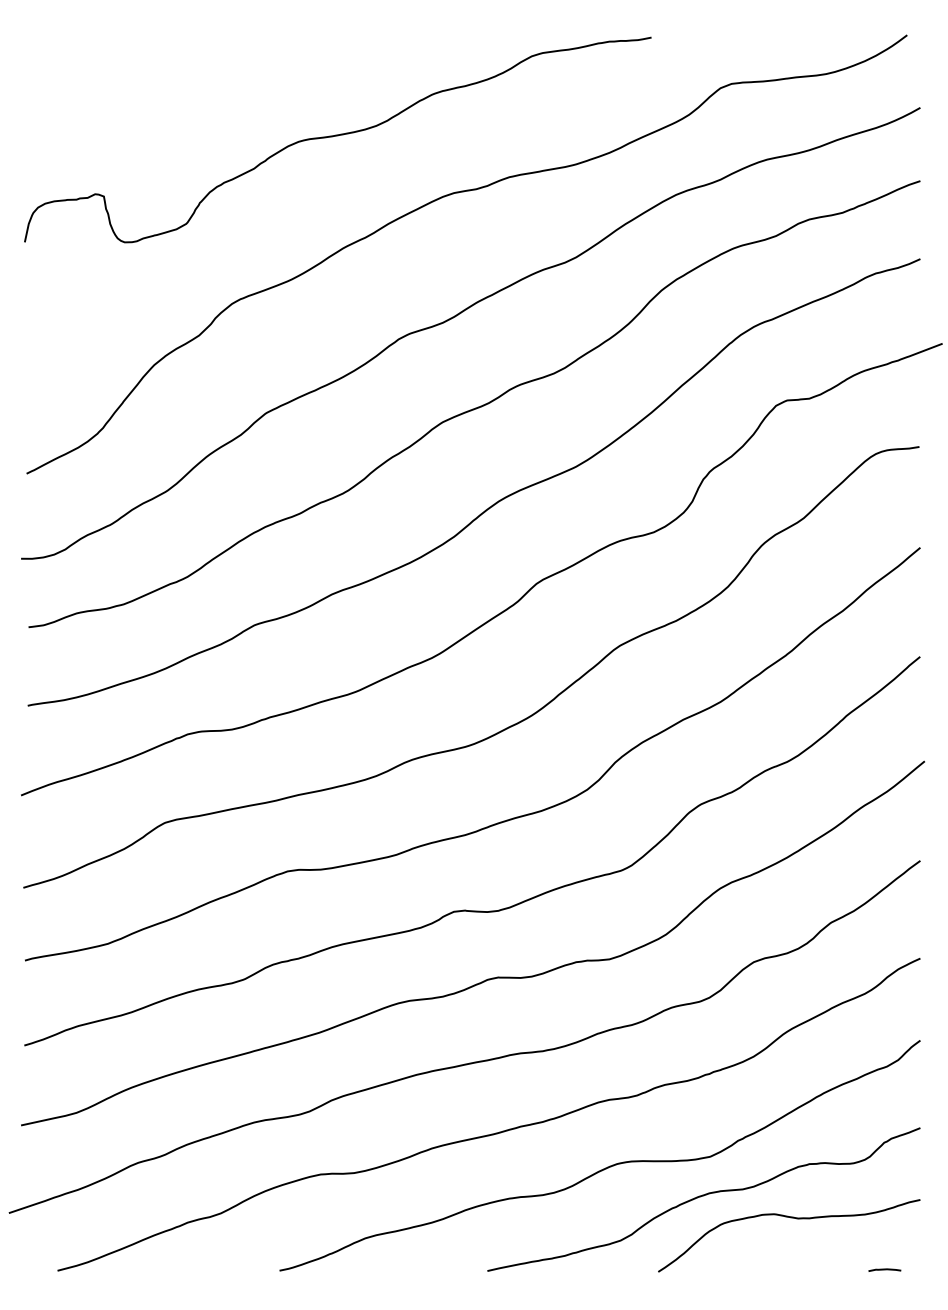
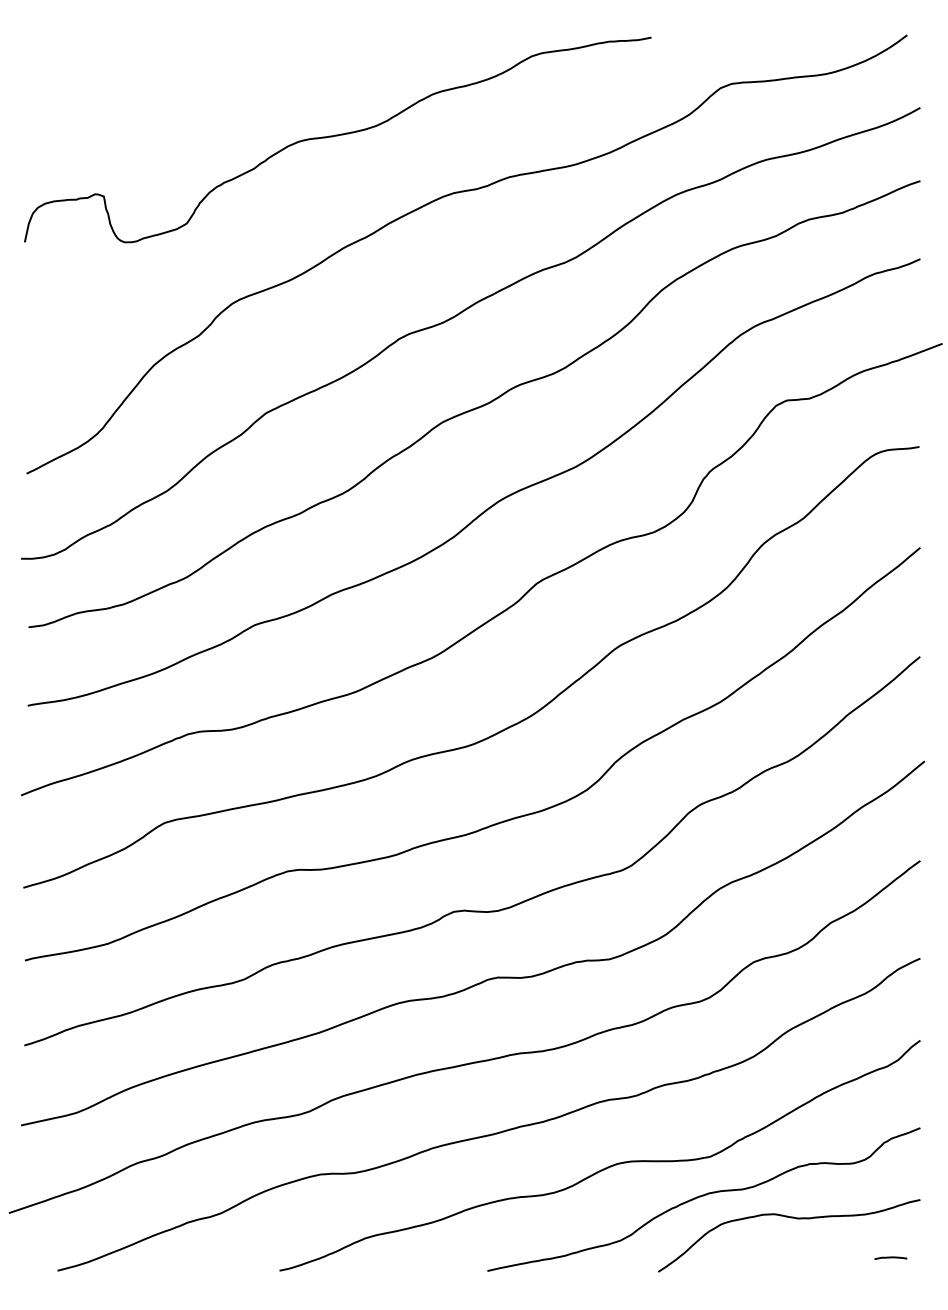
line at (884, 1269) position: (884, 1269) -> (890, 1257)
